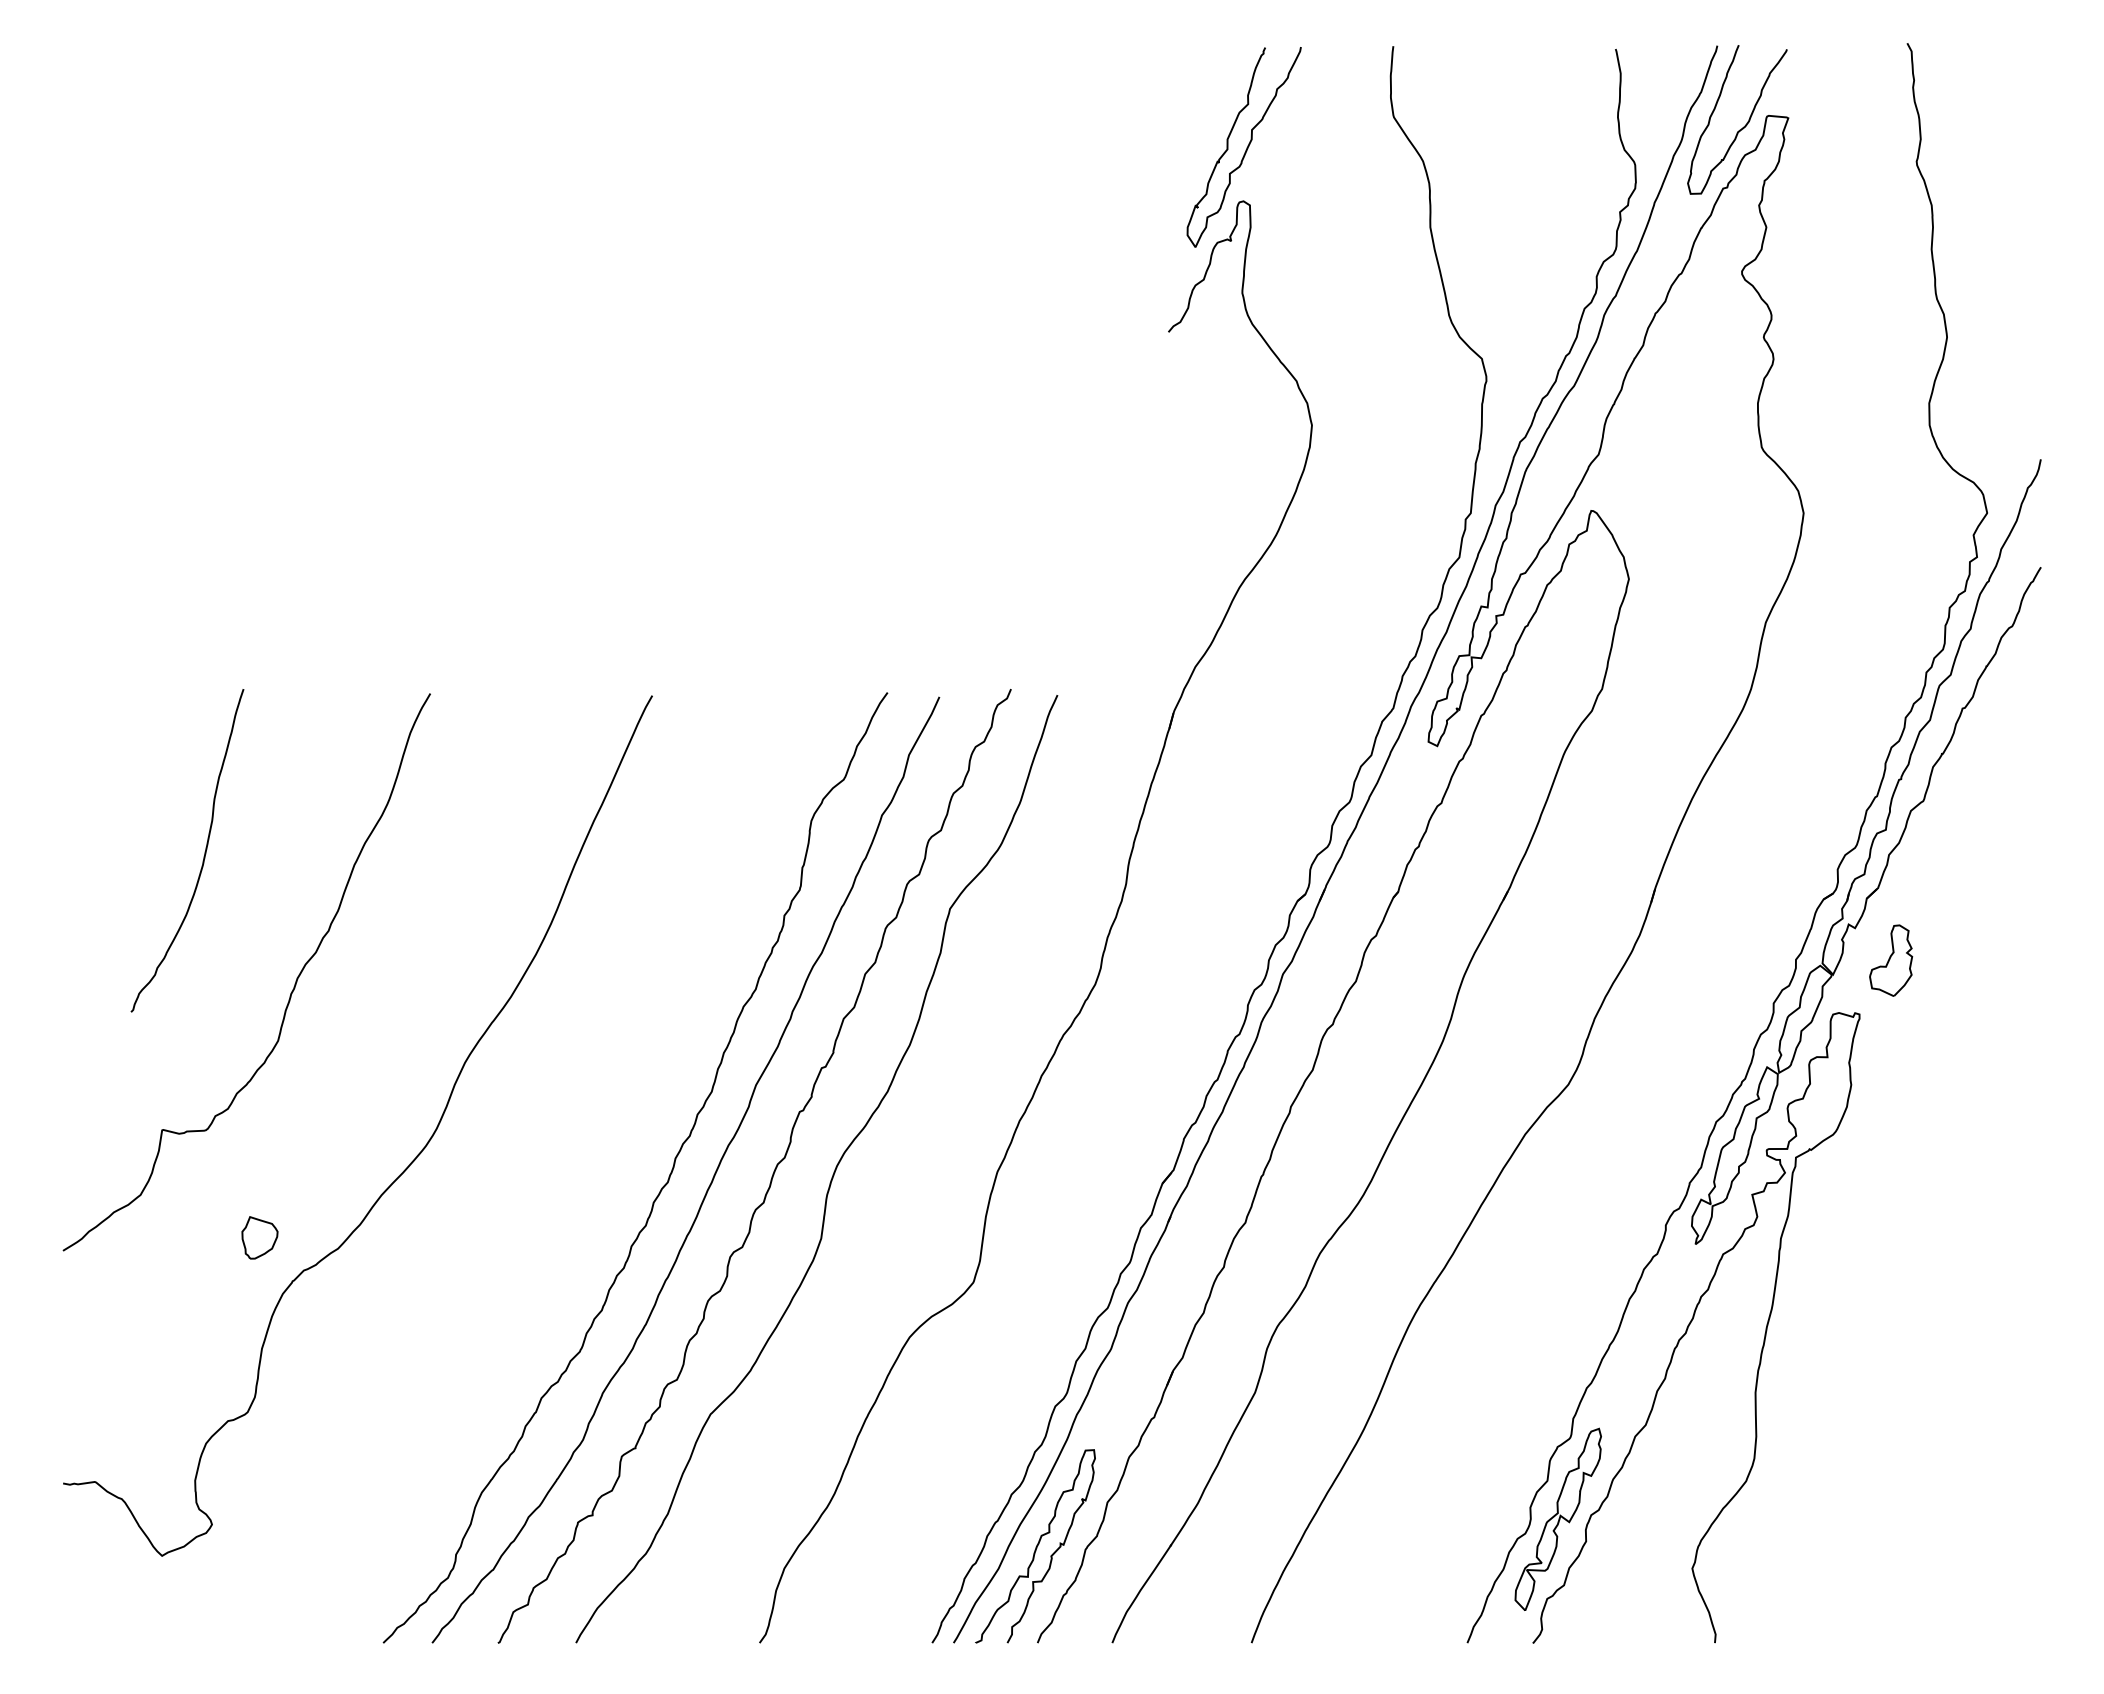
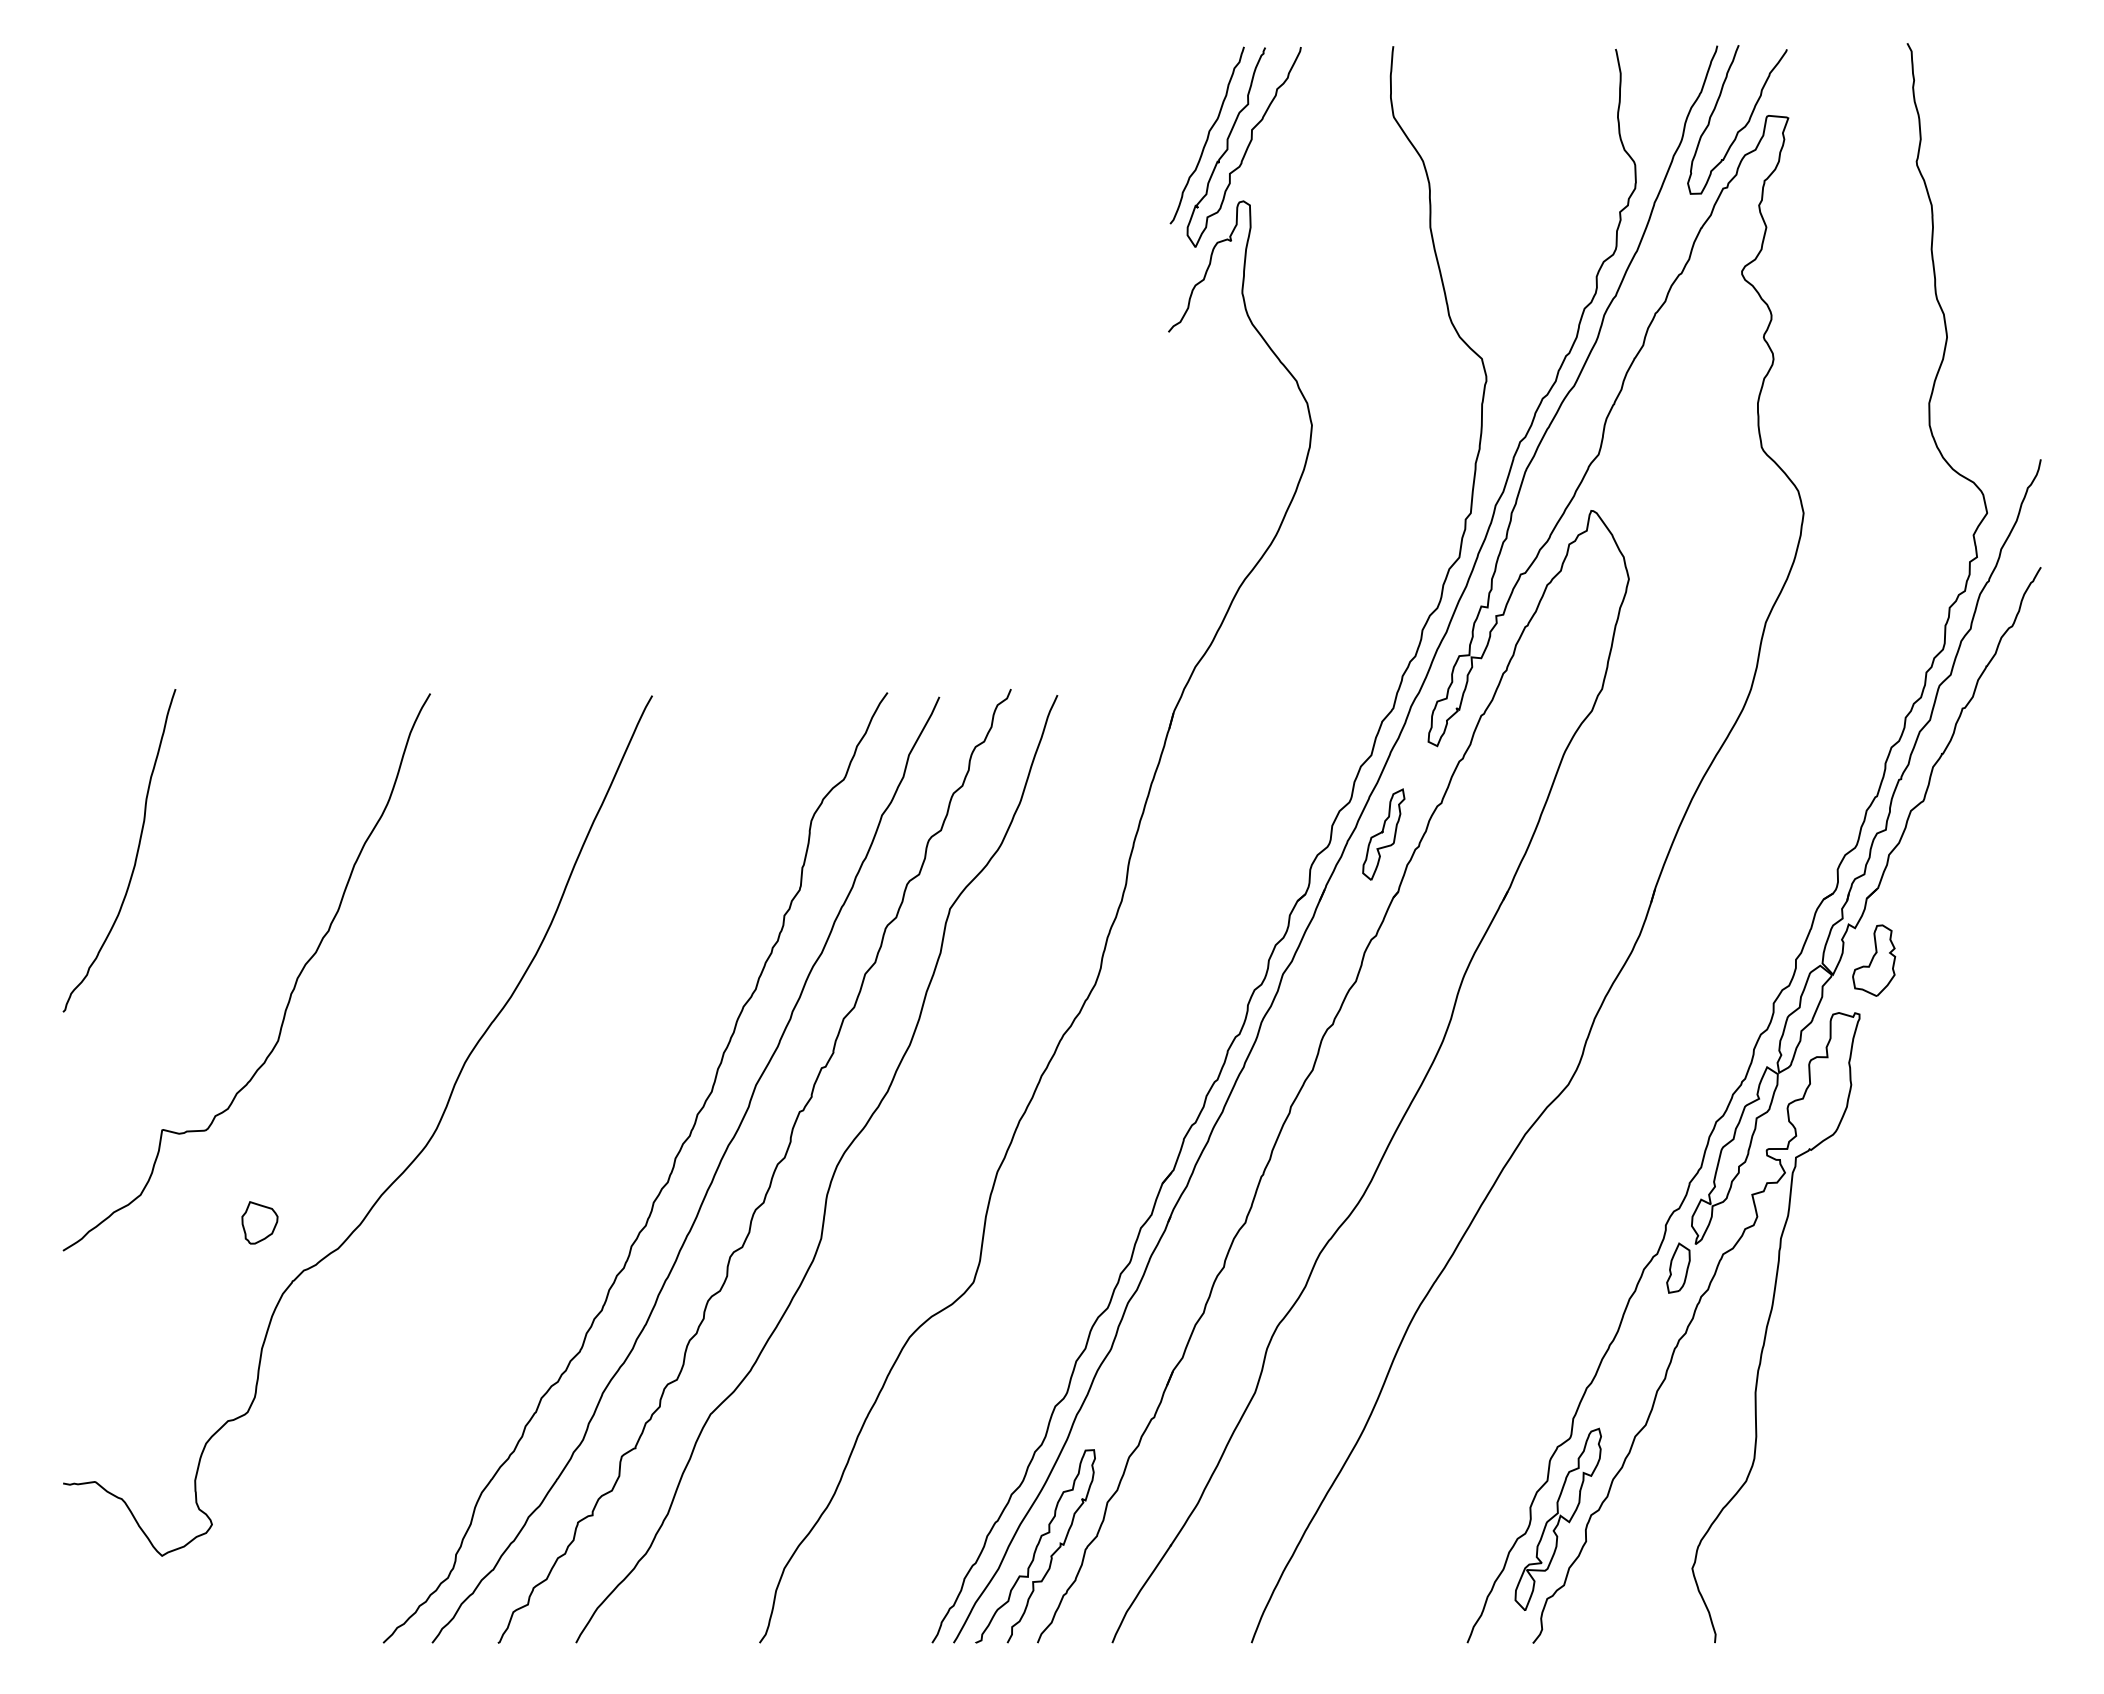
curve at (1207, 135): none -> present
part at (1383, 834): none -> present
curve at (204, 851) position: (204, 851) -> (136, 851)
part at (1891, 960) position: (1891, 960) -> (1874, 960)
part at (259, 1237) position: (259, 1237) -> (259, 1222)
part at (1678, 1267): none -> present
